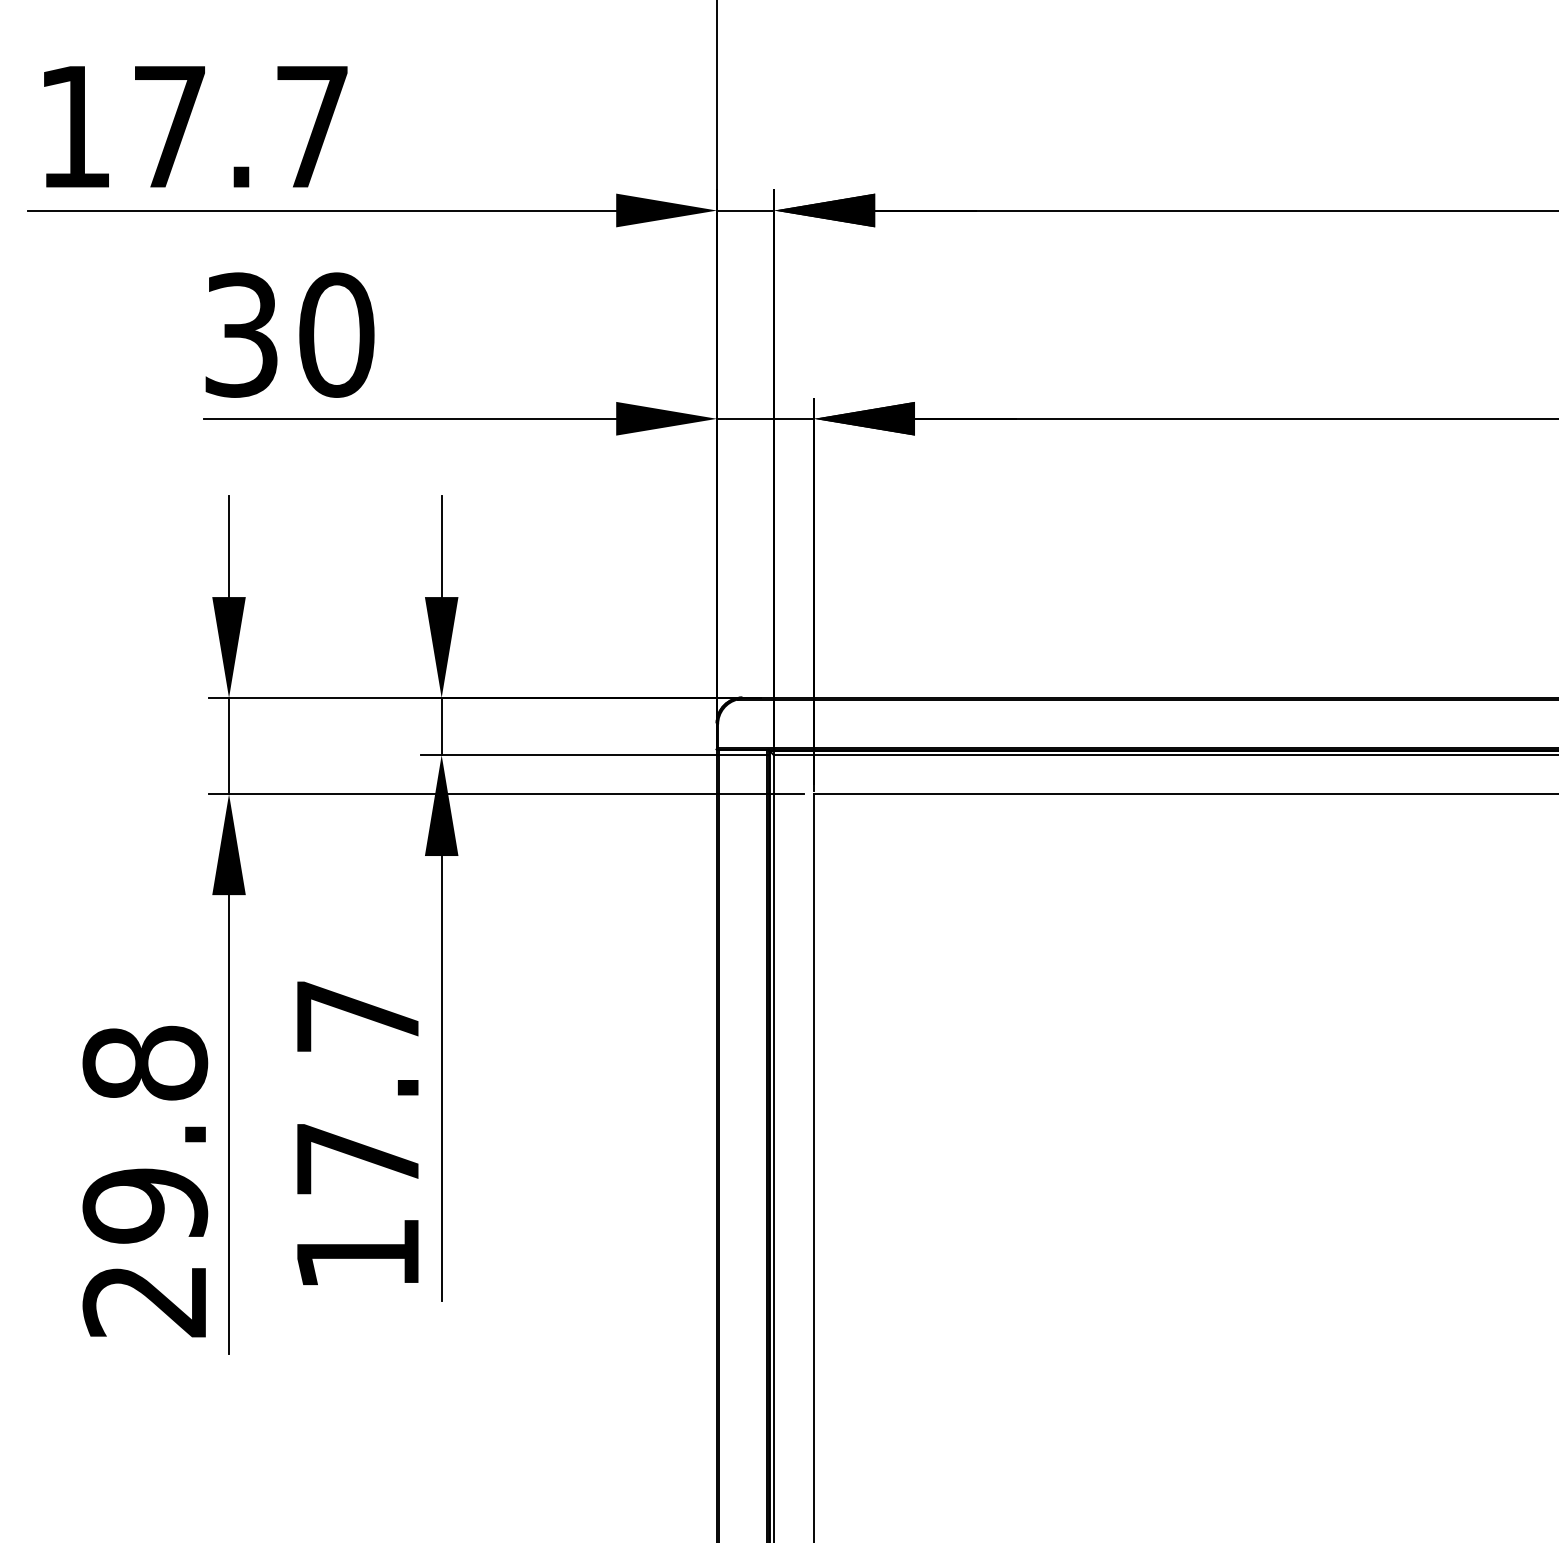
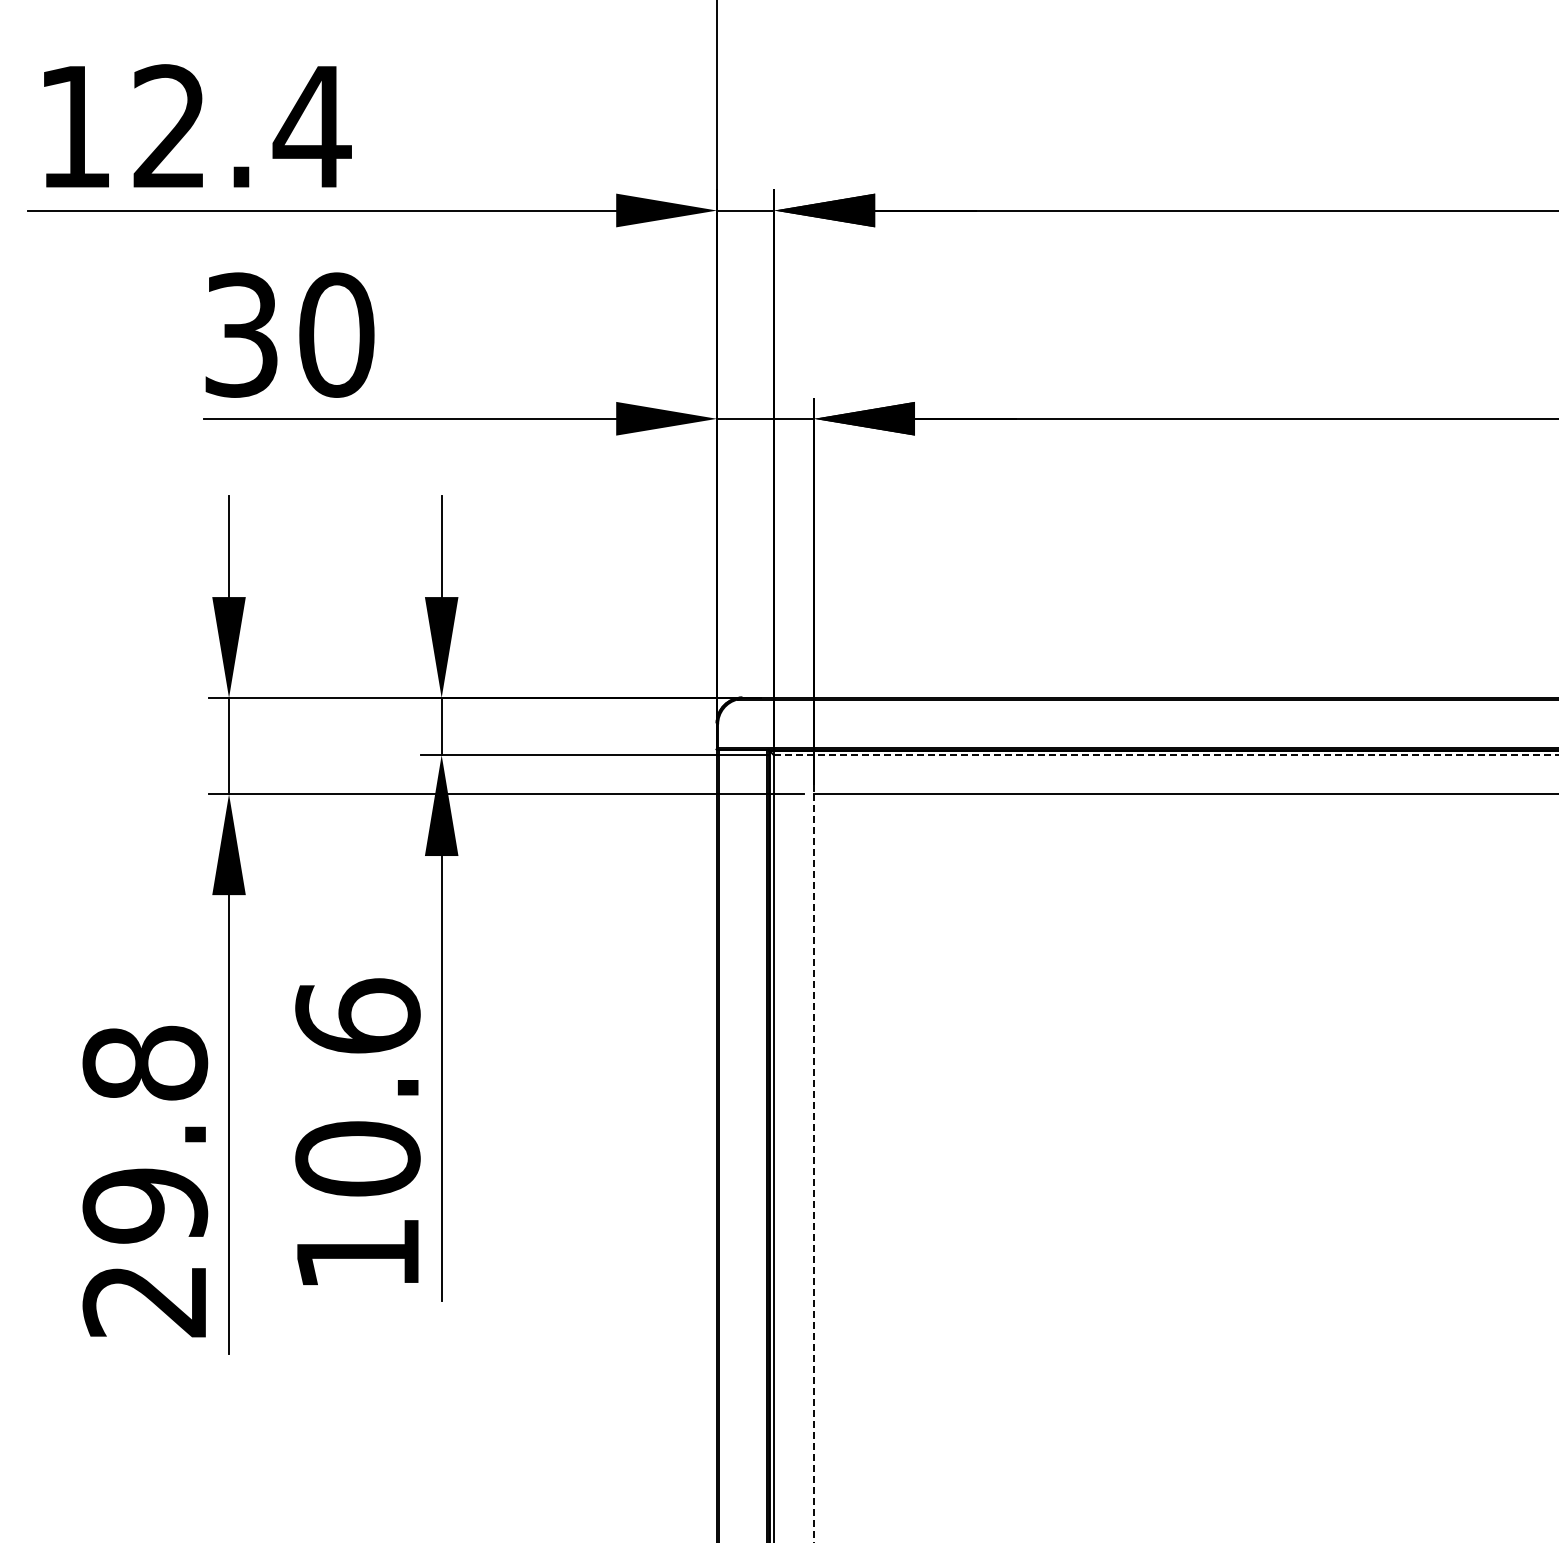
text at (242, 125): 17.7 -> 12.4
line at (1166, 755): solid -> dashed
text at (357, 1087): 17.7 -> 10.6
line at (814, 1168): solid -> dashed
